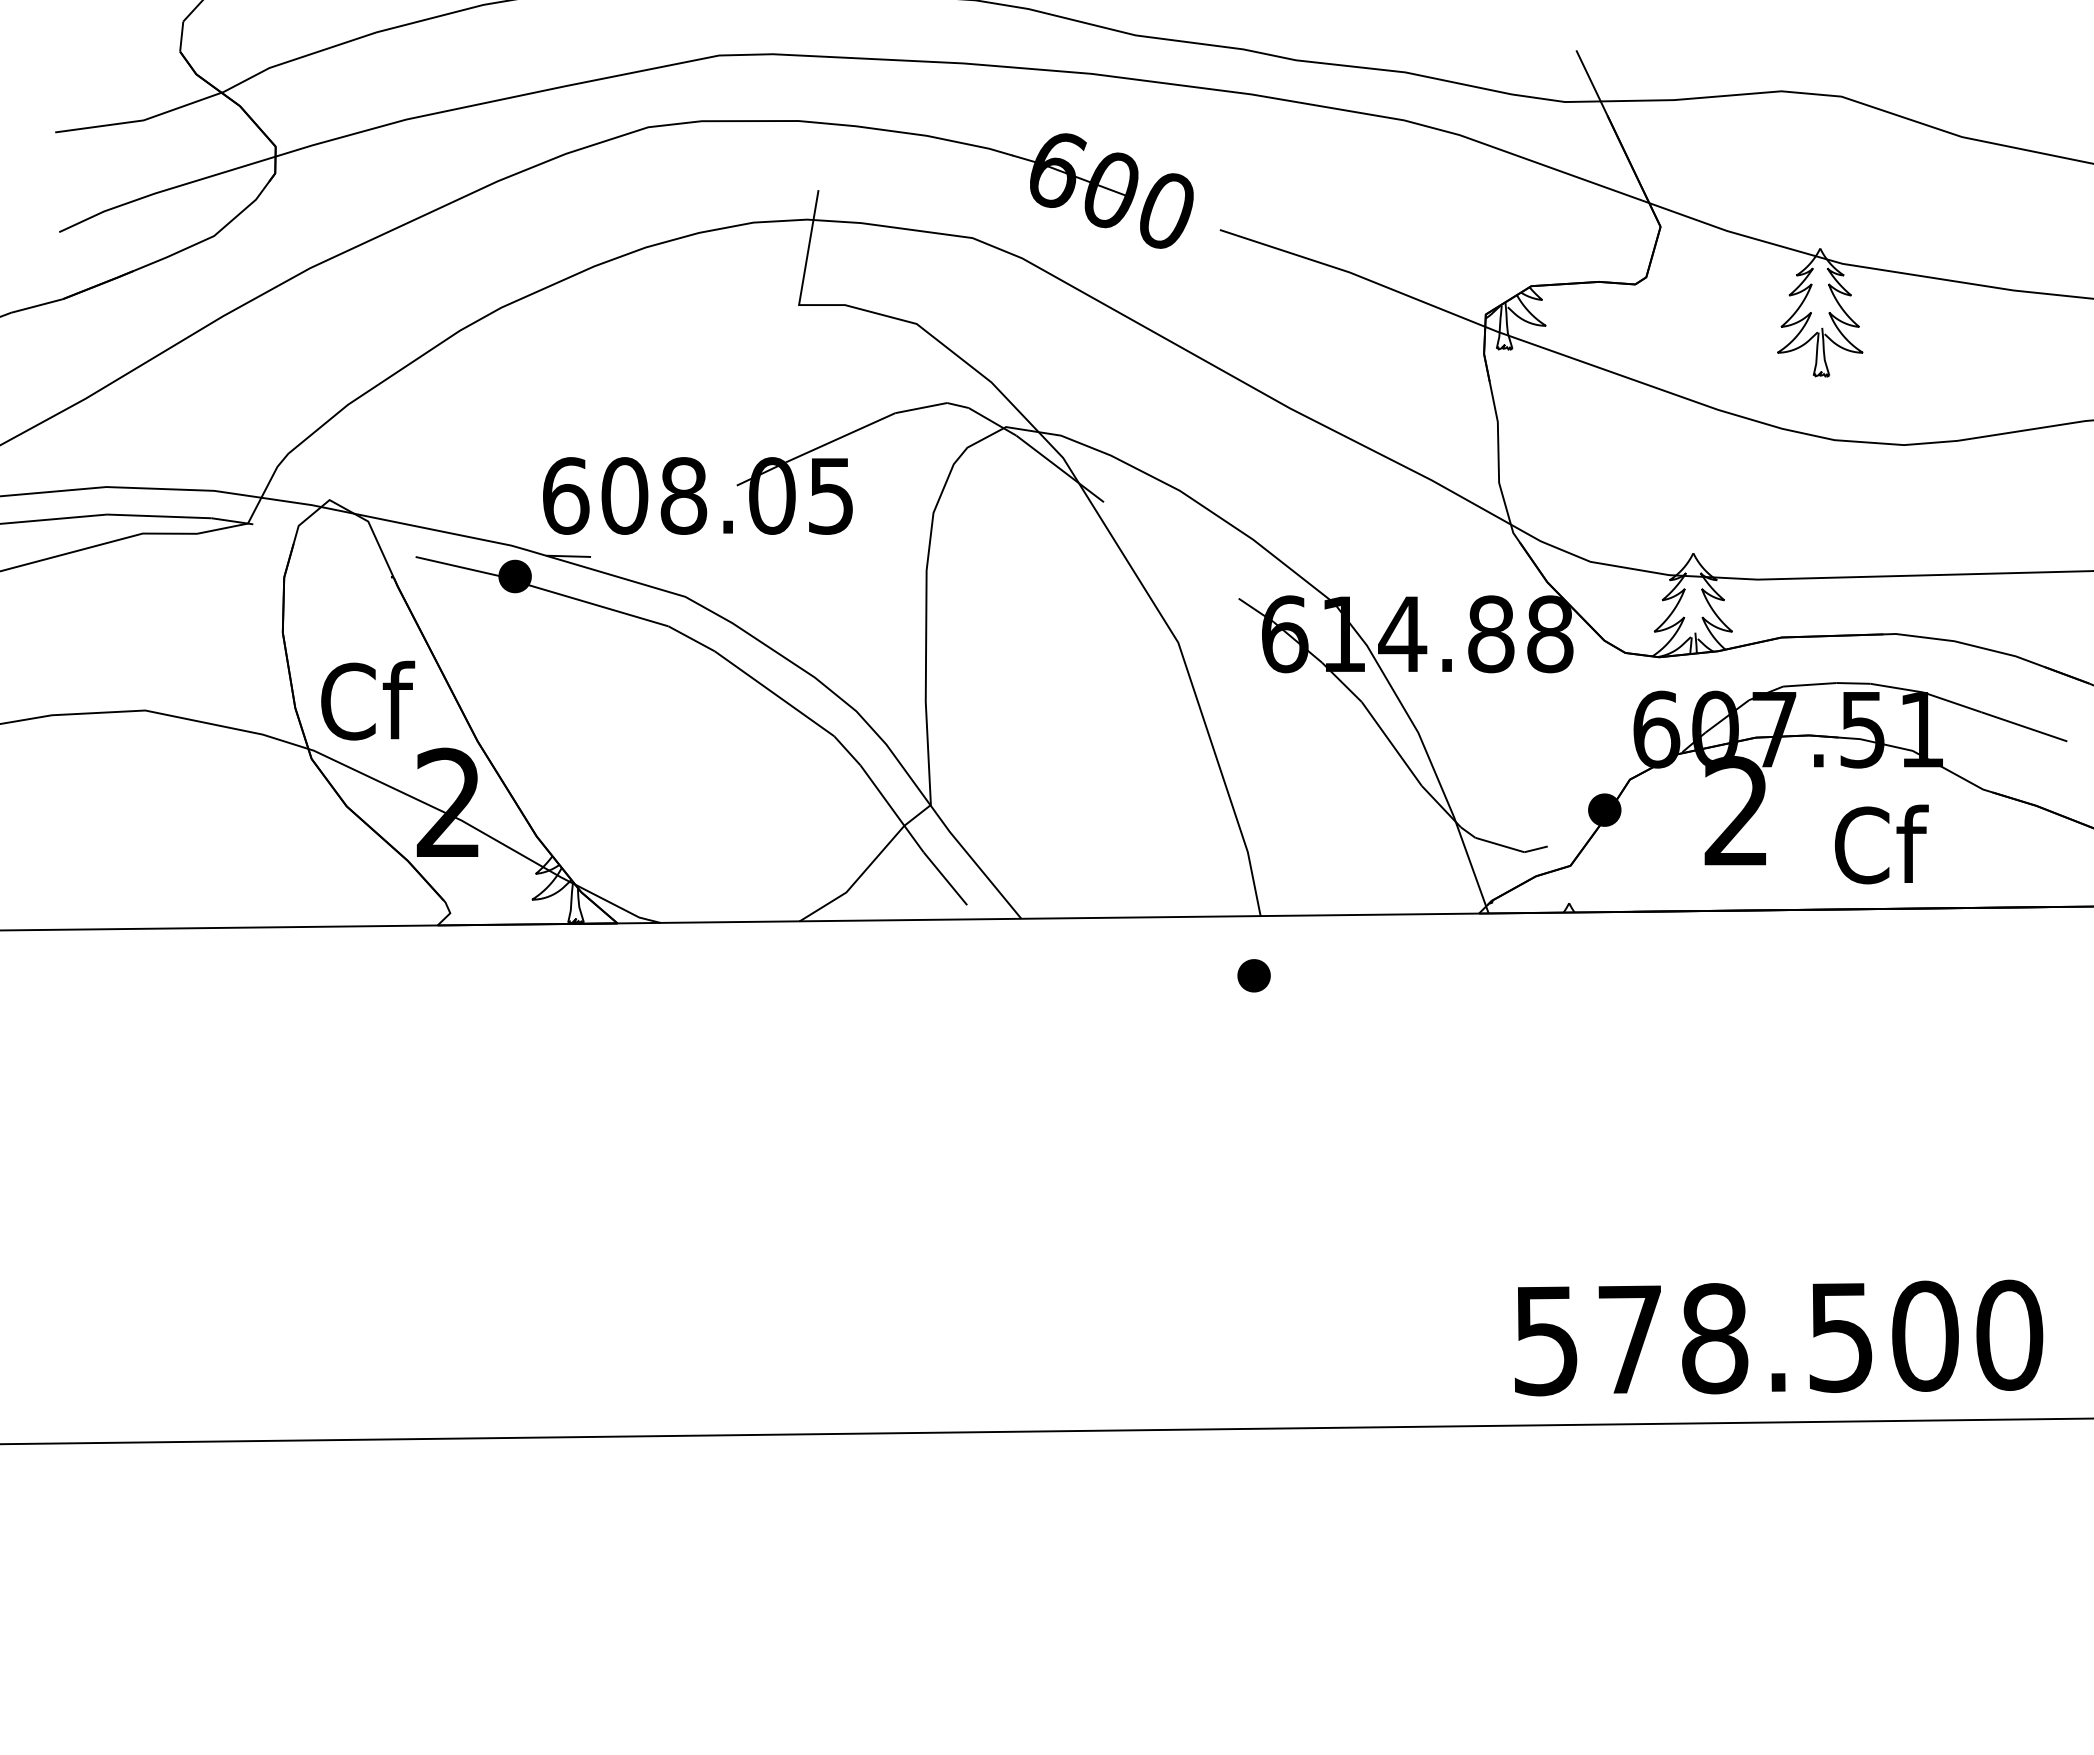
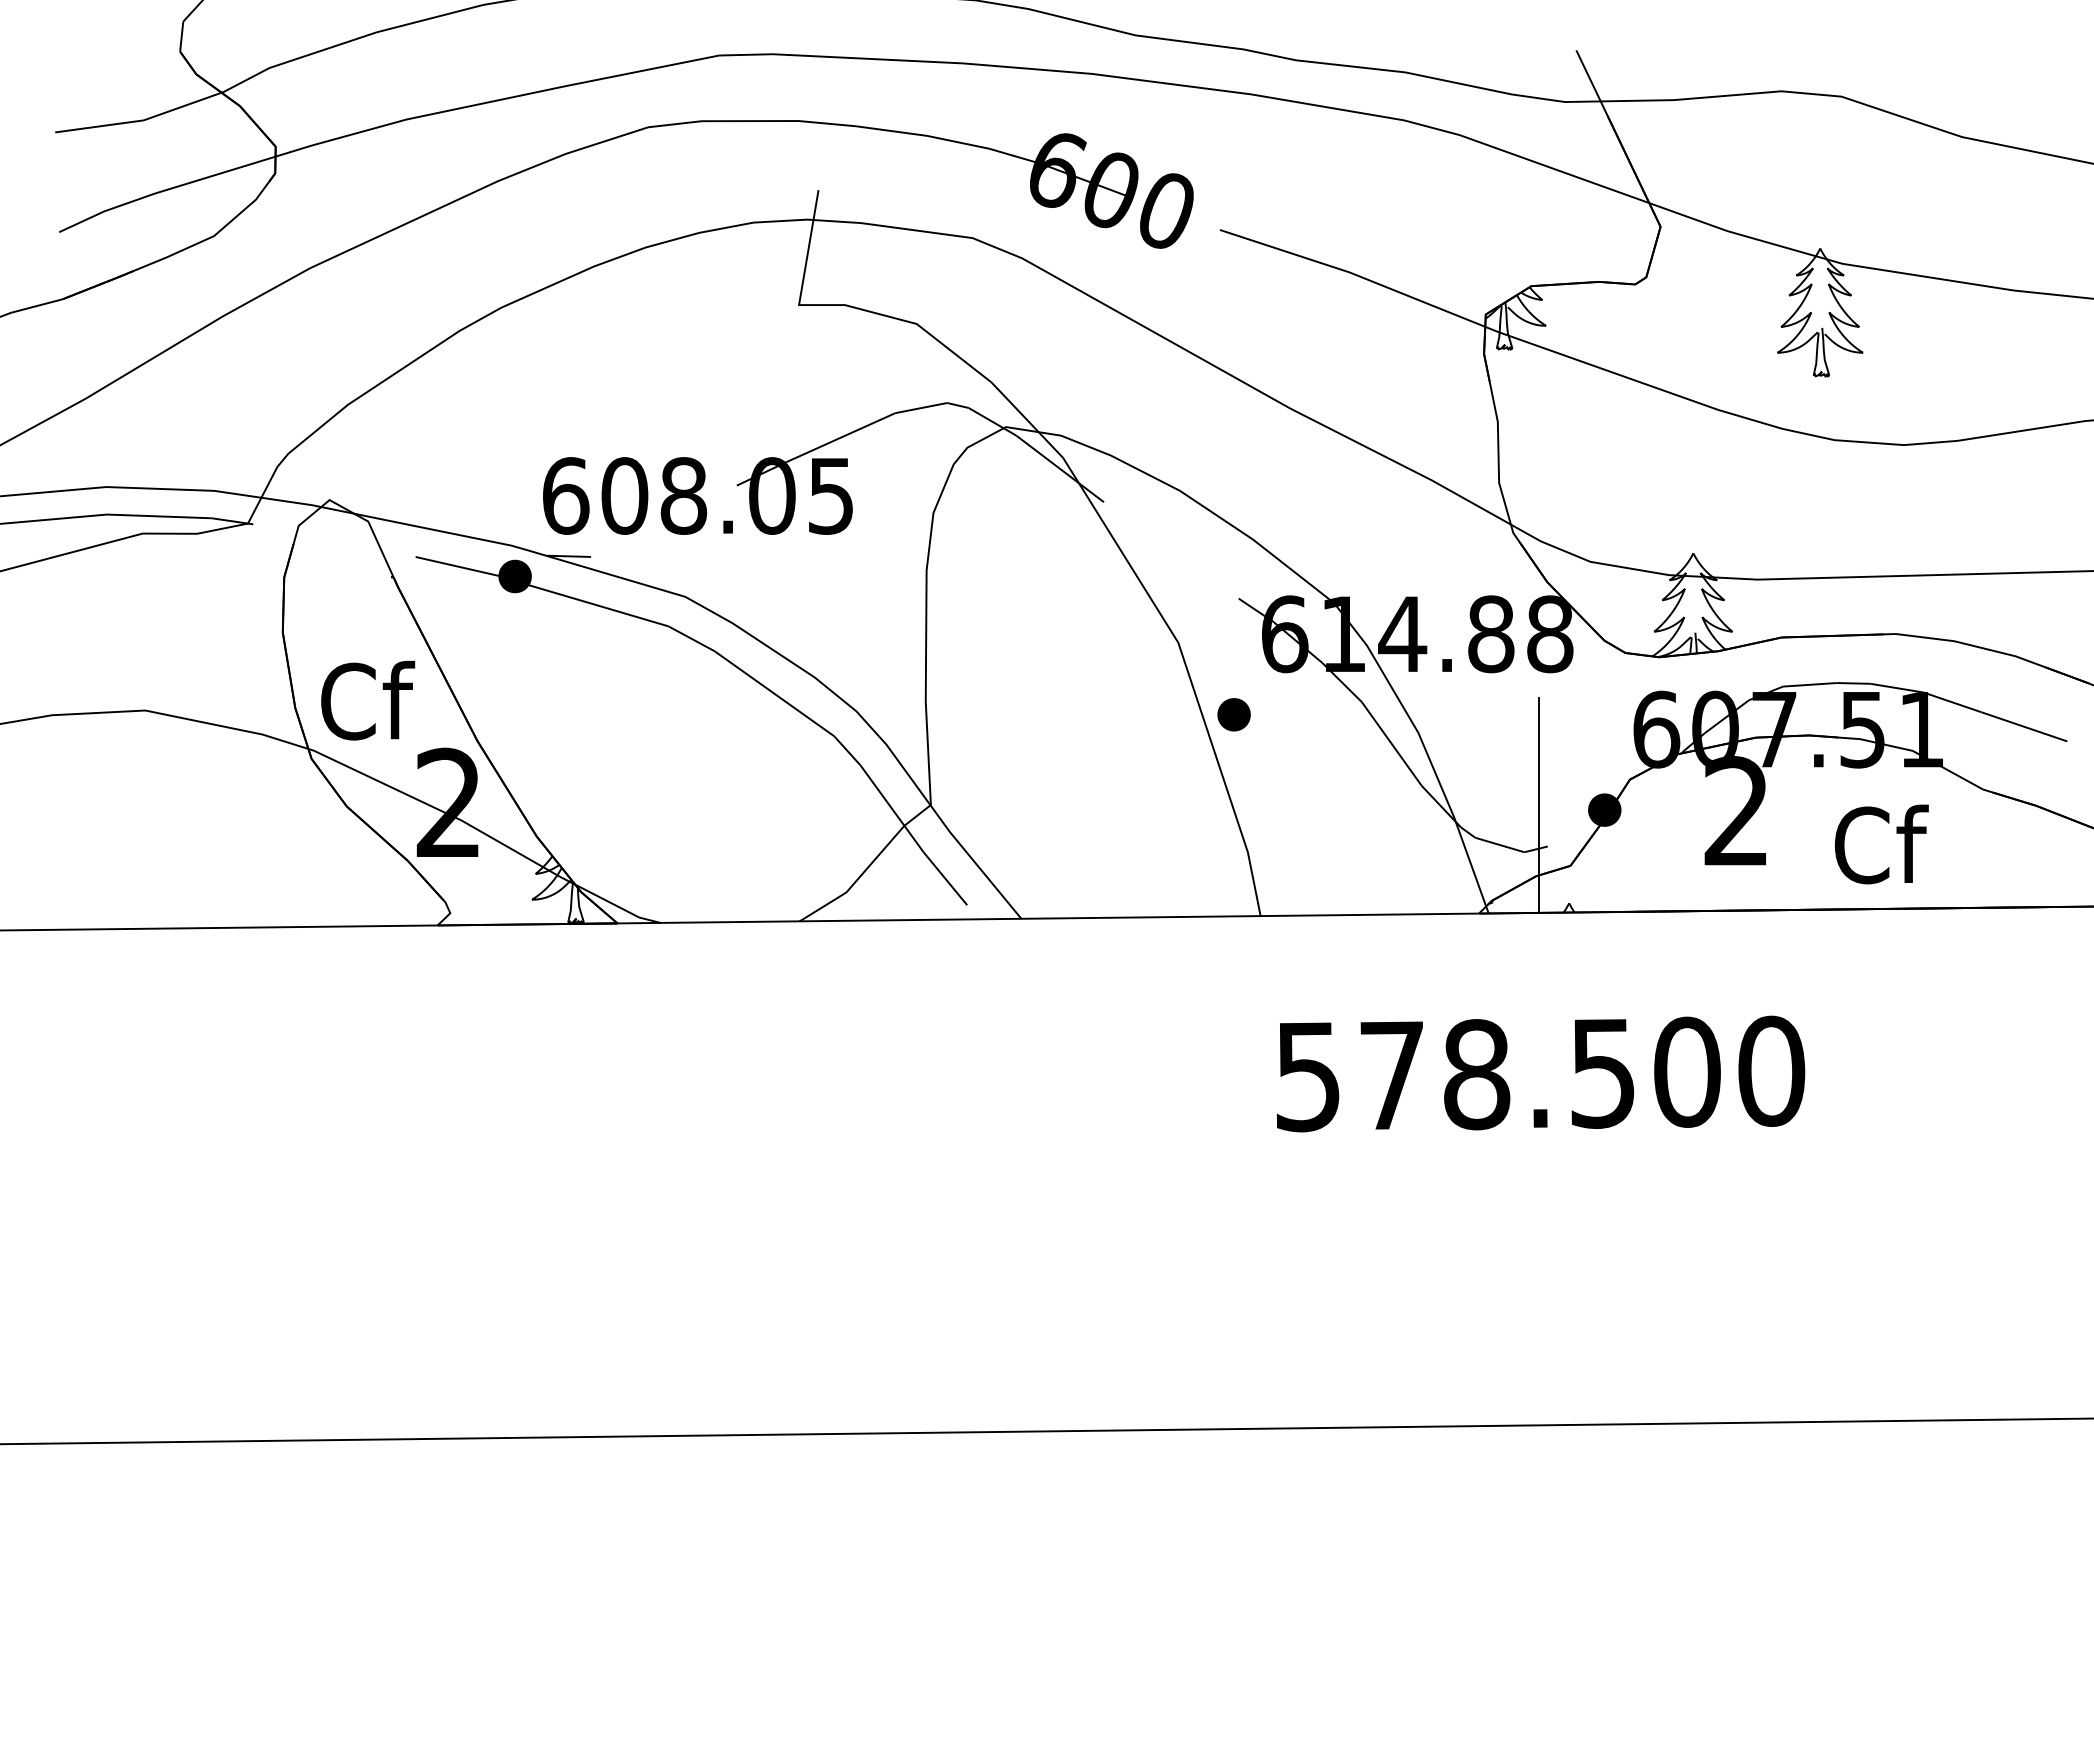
line at (1539, 805): none -> present
part at (1253, 975) position: (1253, 975) -> (1233, 714)
text at (1779, 1337) position: (1779, 1337) -> (1541, 1073)
